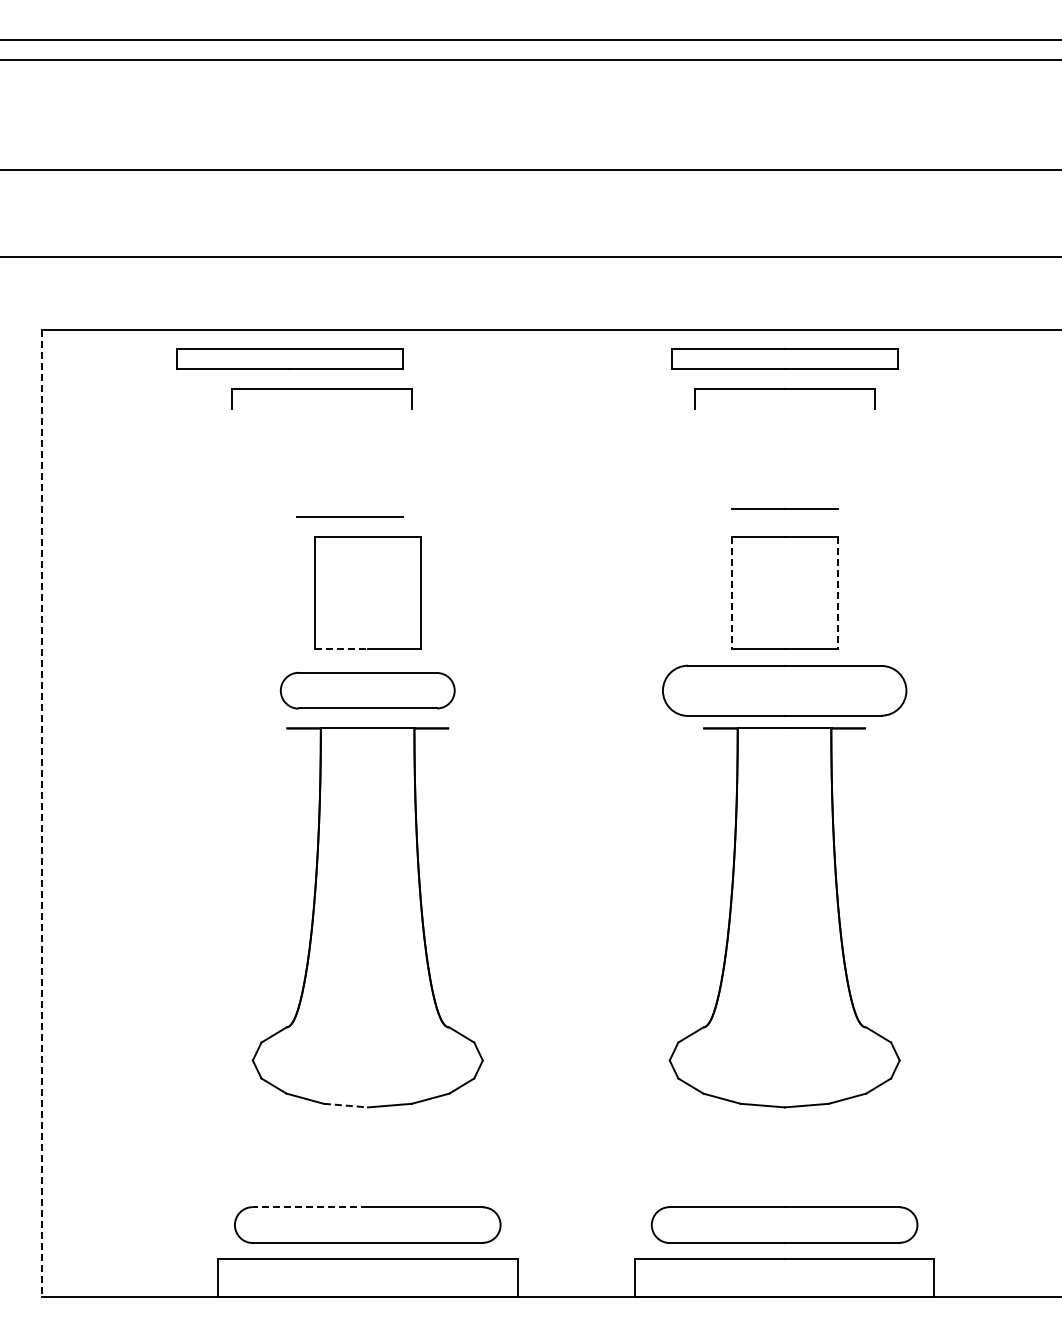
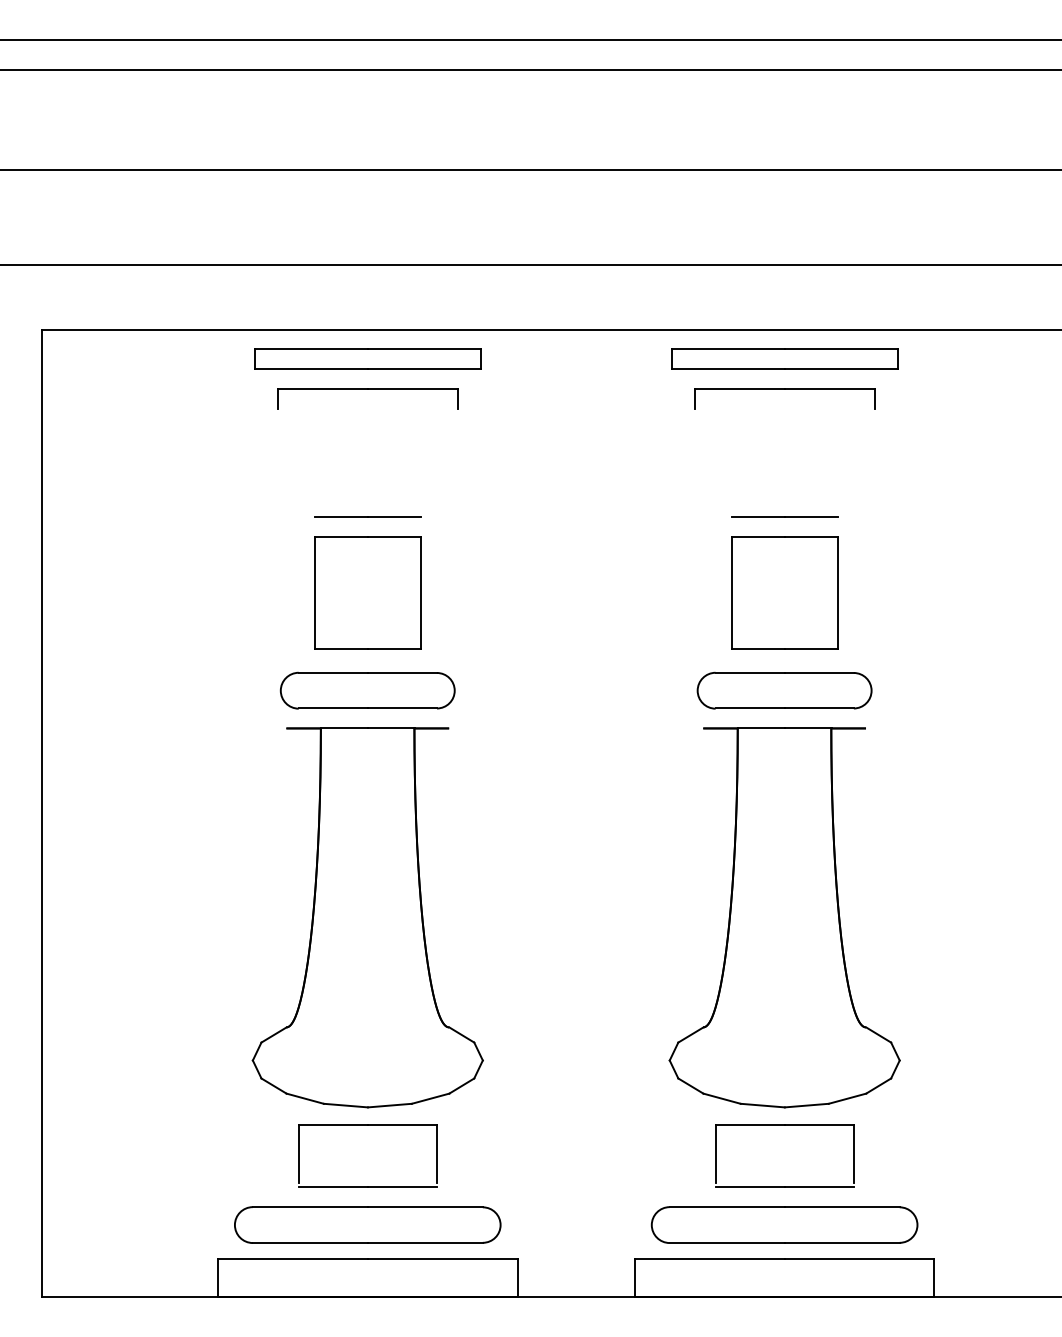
line at (530, 60) position: (530, 60) -> (530, 70)
line at (530, 256) position: (530, 256) -> (530, 264)
part at (289, 358) position: (289, 358) -> (367, 358)
part at (321, 389) position: (321, 389) -> (367, 389)
line at (784, 508) position: (784, 508) -> (784, 516)
line at (349, 516) position: (349, 516) -> (367, 516)
line at (731, 593): dashed -> solid
line at (837, 593): dashed -> solid
line at (341, 648): dashed -> solid
part at (784, 690) size: 246x53 px -> 177x39 px
line at (42, 813): dashed -> solid
line at (346, 1105): dashed -> solid
part at (367, 1125): none -> present
part at (784, 1125): none -> present
line at (310, 1207): dashed -> solid
